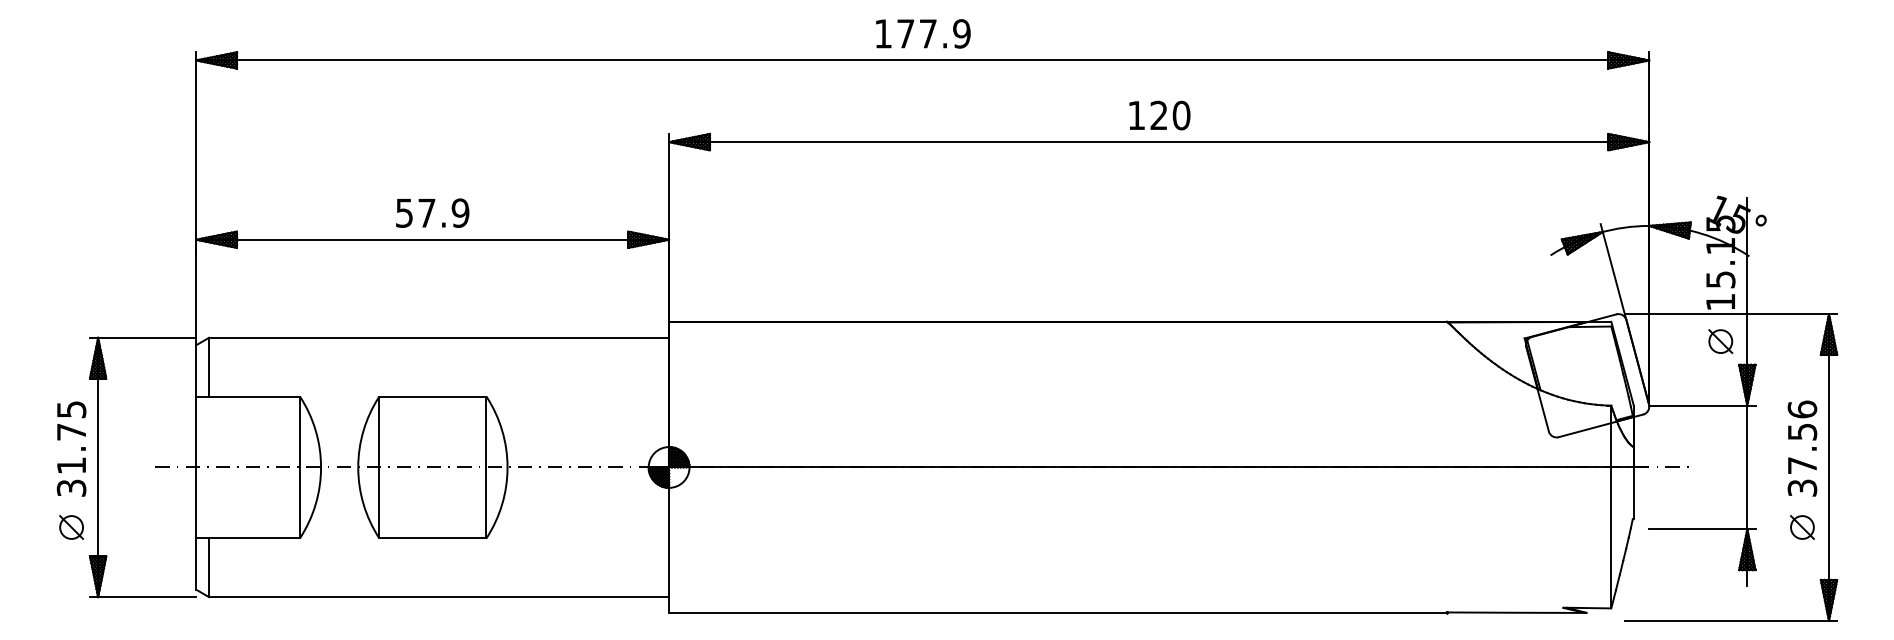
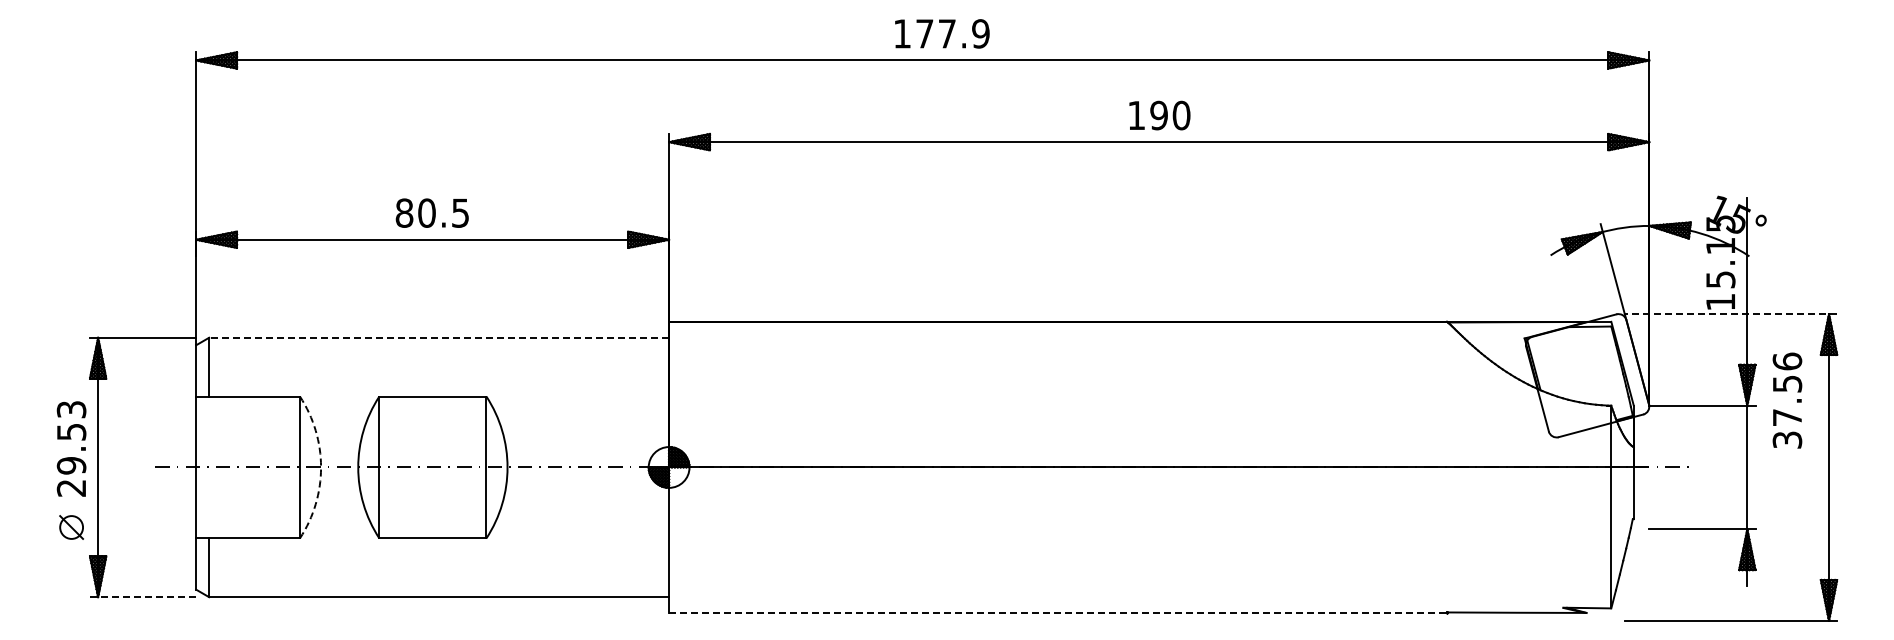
text at (923, 33) position: (923, 33) -> (942, 33)
text at (1158, 115): 120 -> 190
text at (432, 212): 57.9 -> 80.5
line at (1730, 314): solid -> dashed
line at (439, 337): solid -> dashed
part at (1720, 341): present -> none
text at (71, 448): 31.75 -> 29.53
text at (1802, 448) position: (1802, 448) -> (1787, 400)
arc at (321, 467): solid -> dashed
part at (1802, 527): present -> none
line at (142, 597): solid -> dashed
line at (1058, 613): solid -> dashed
